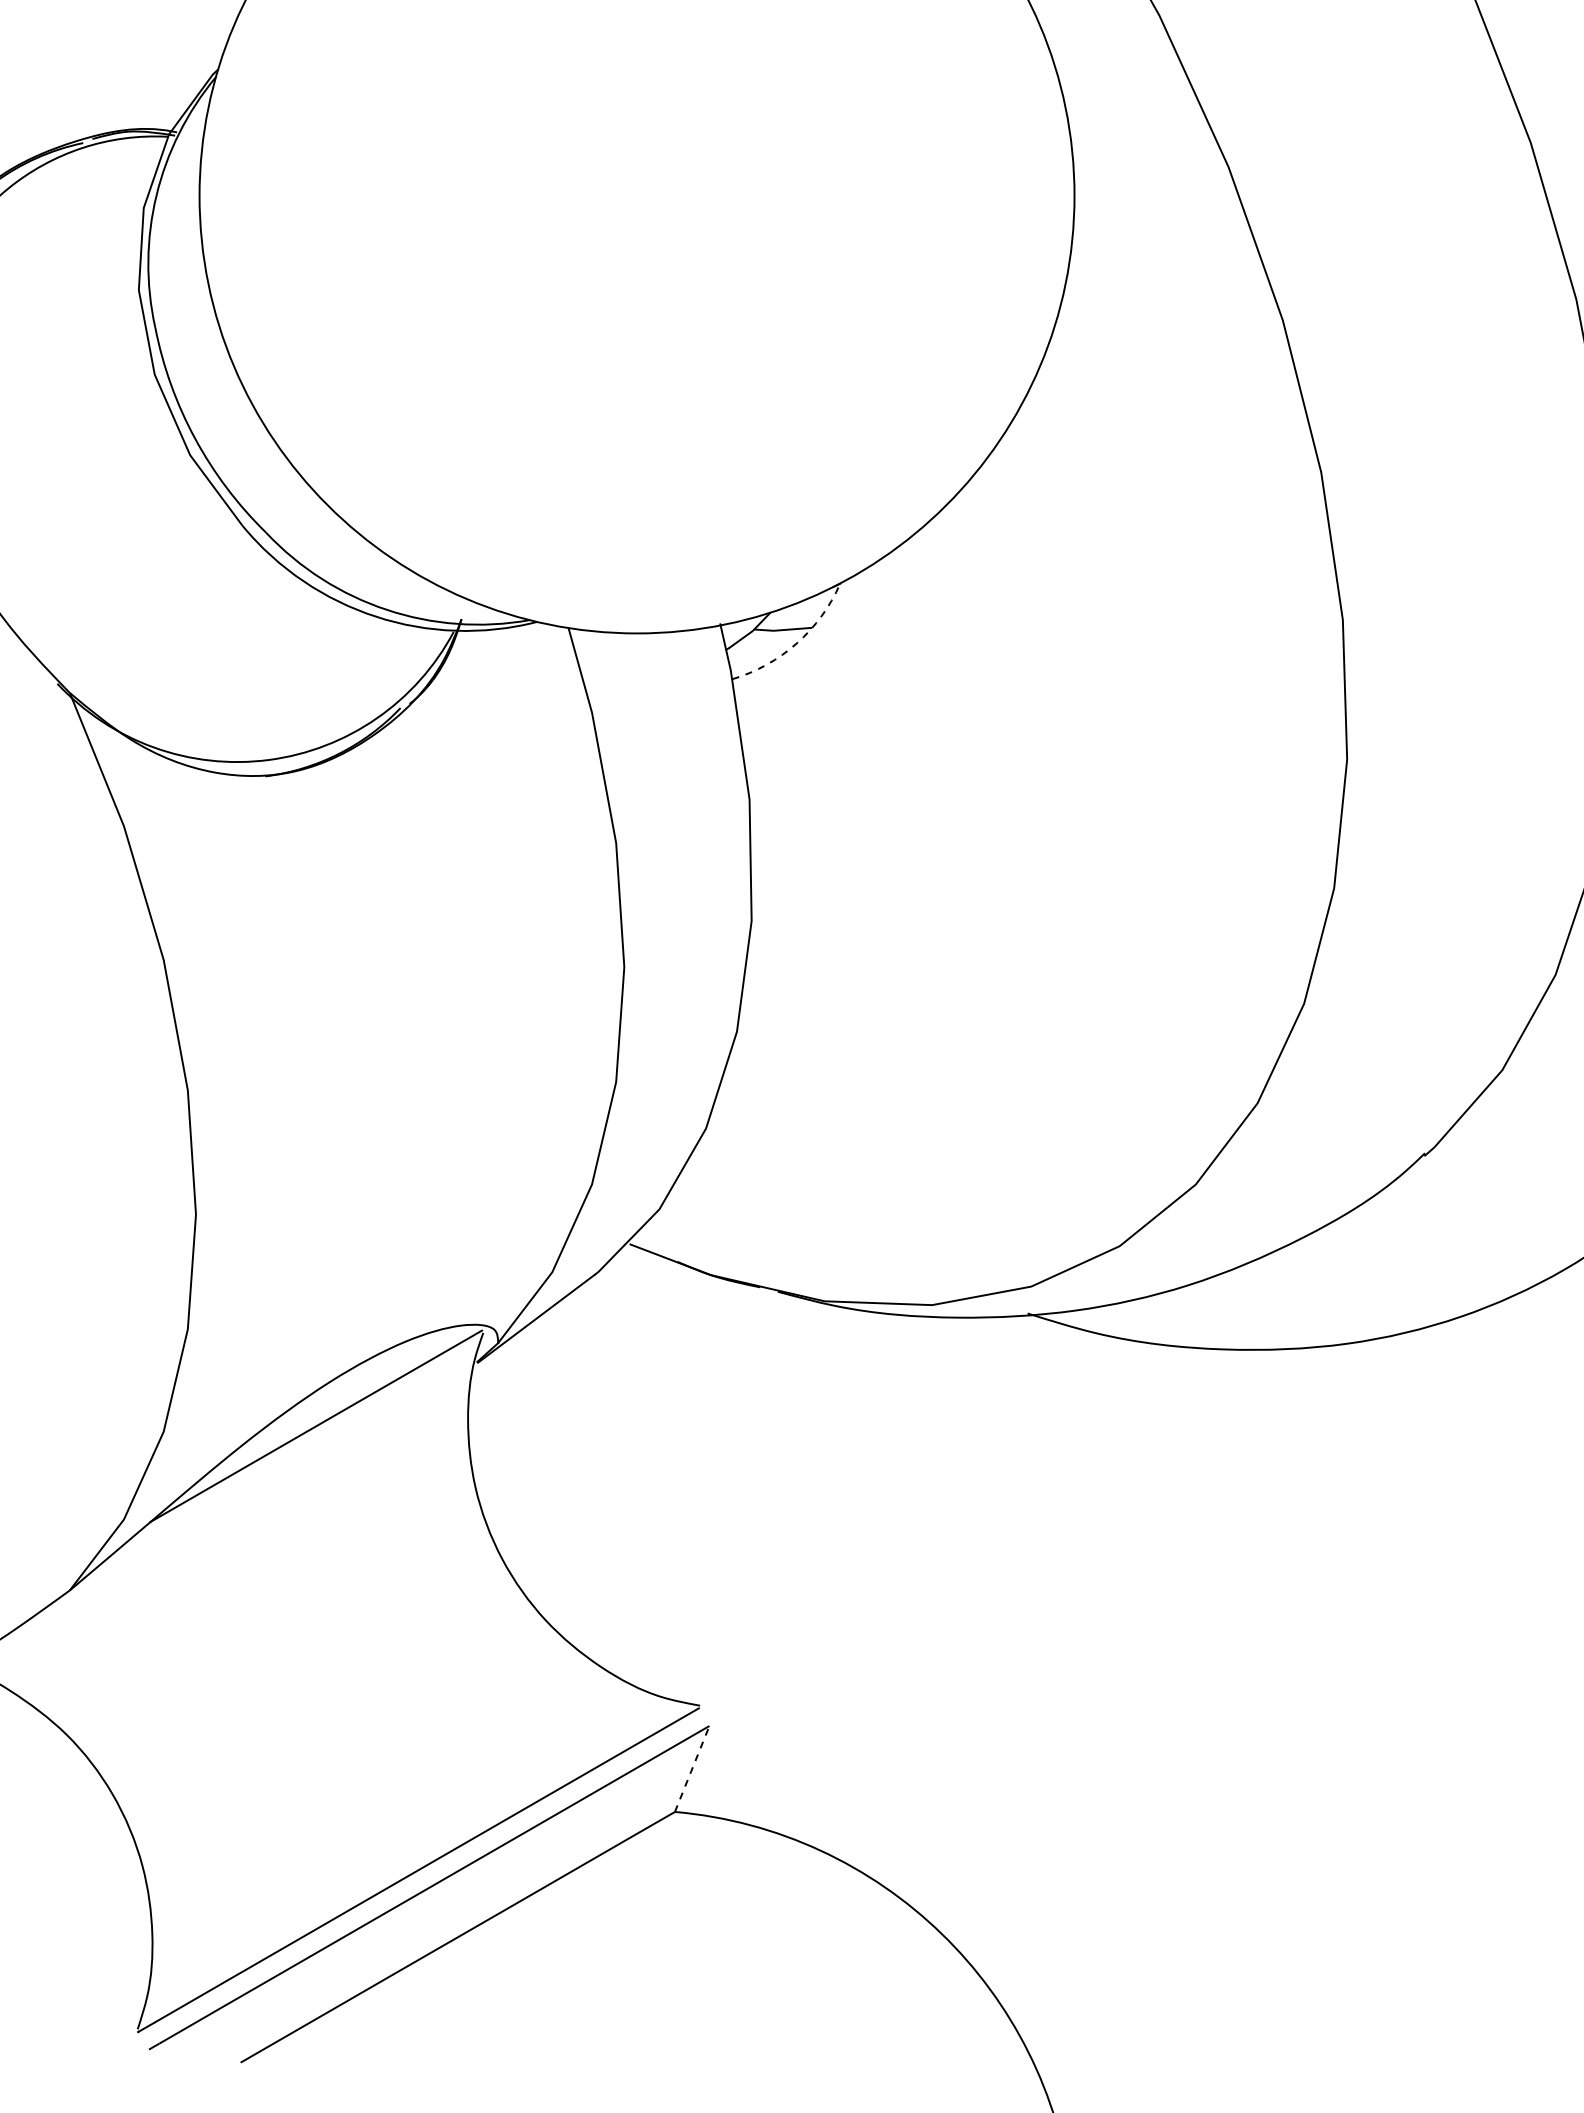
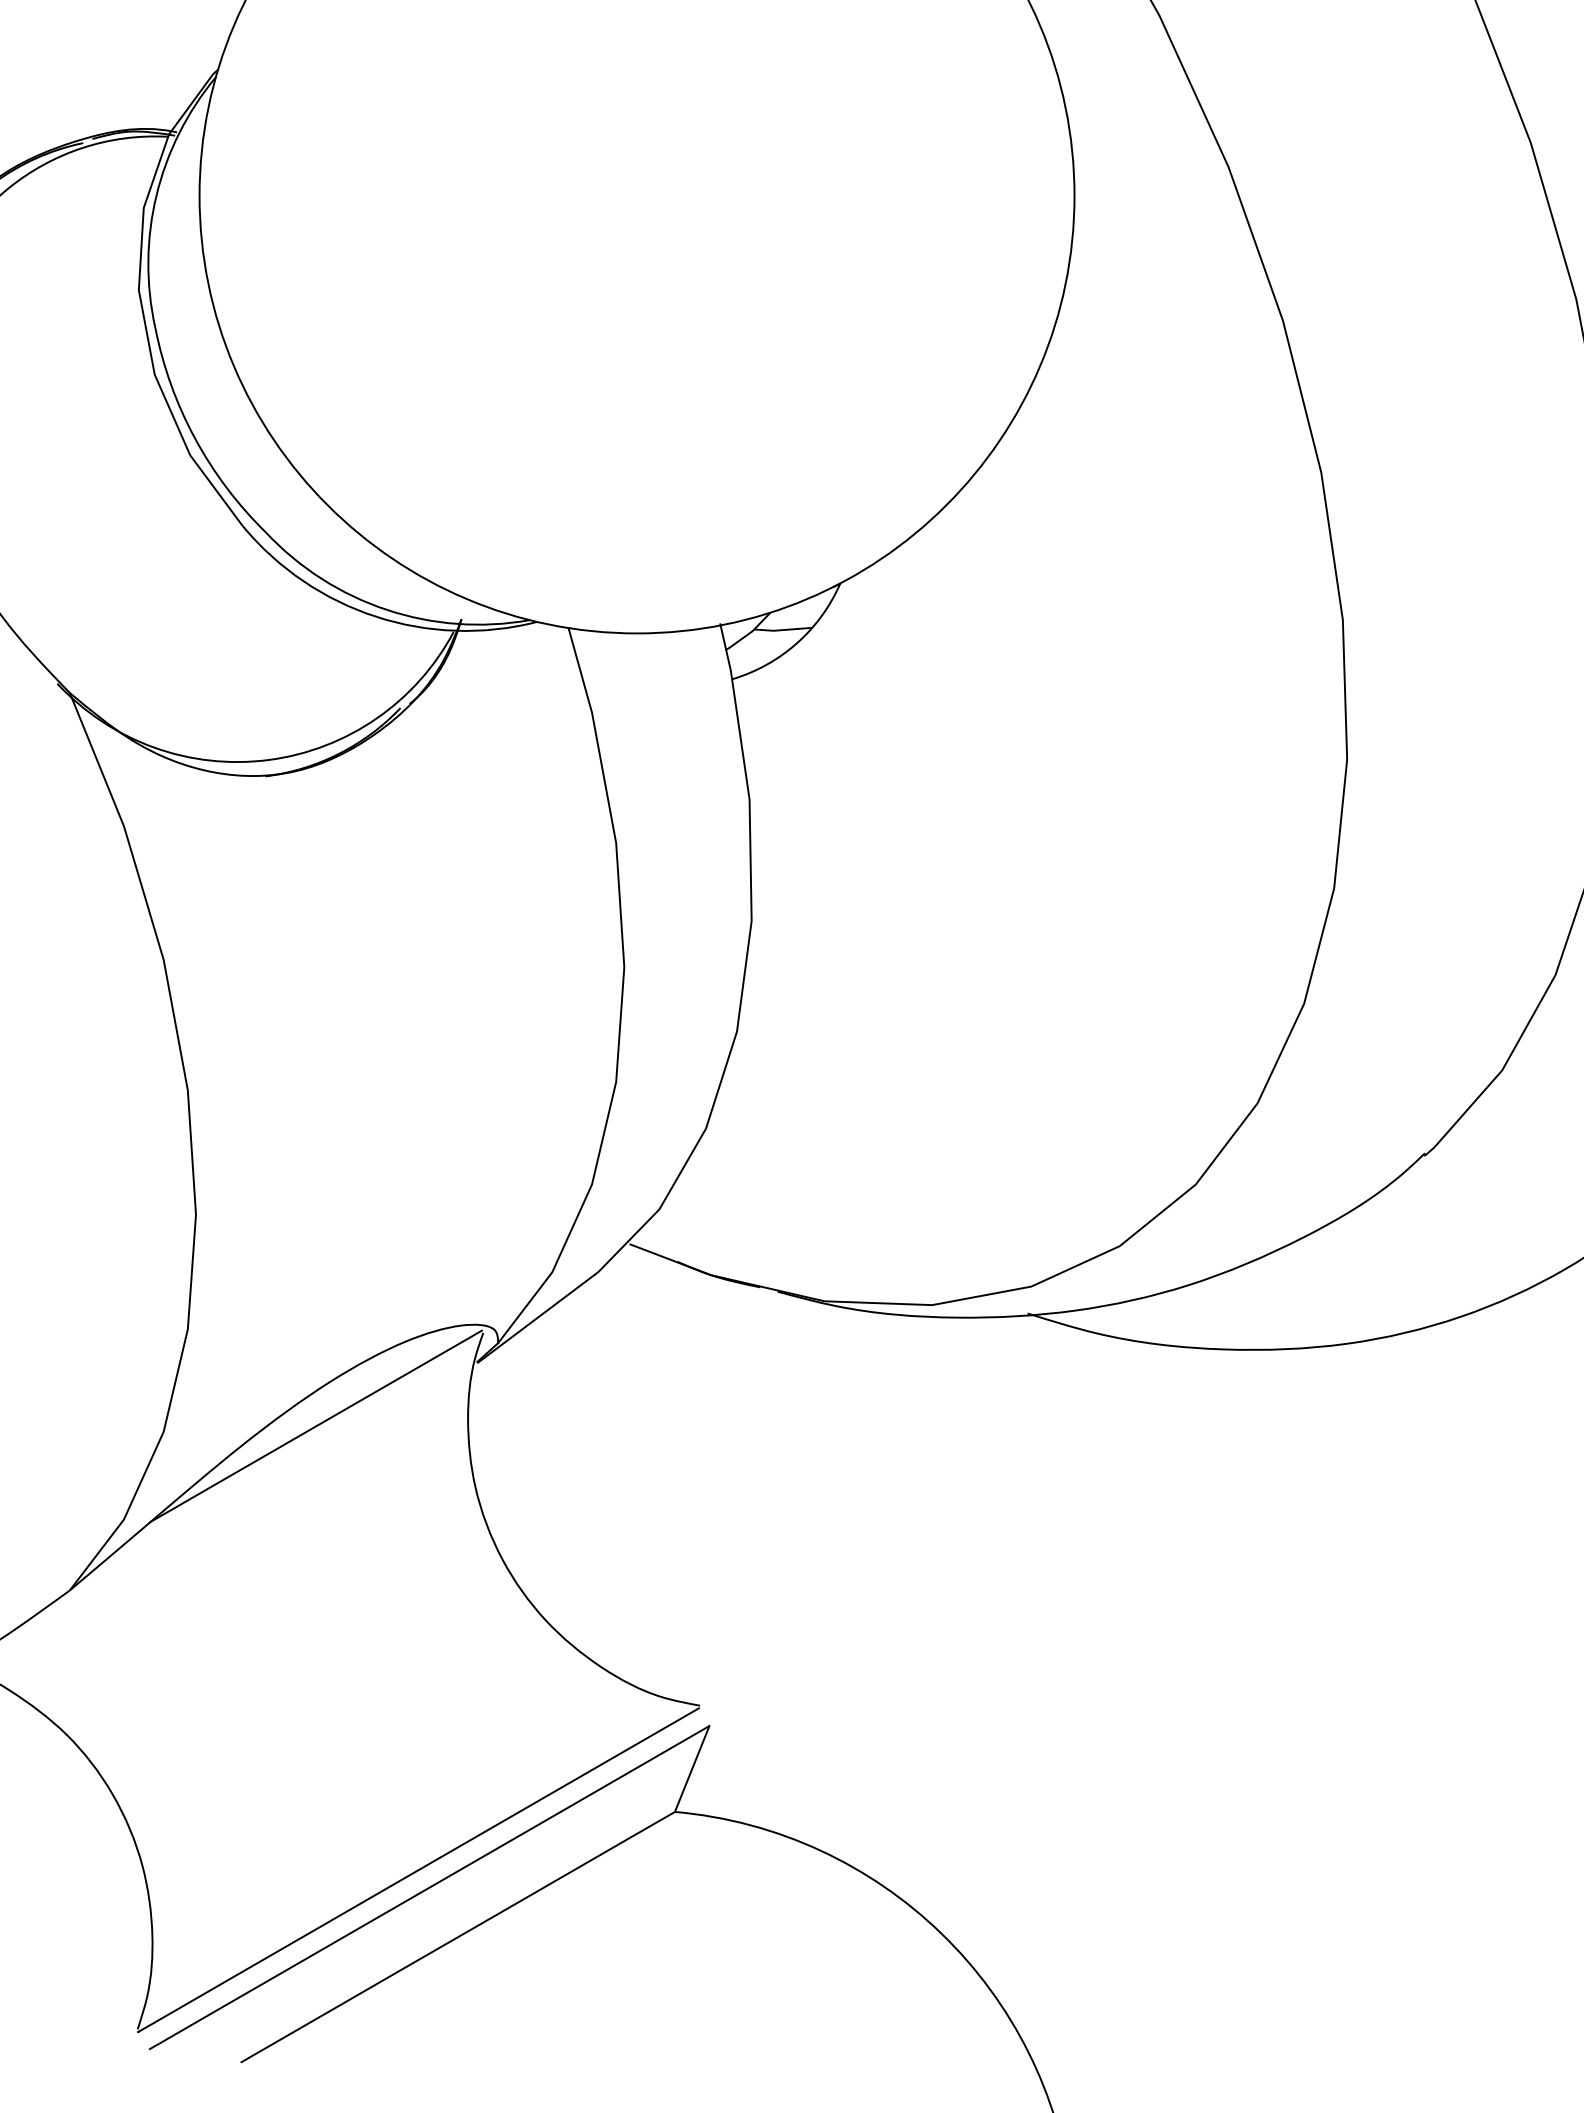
arc at (796, 643): dashed -> solid
line at (692, 1768): dashed -> solid
